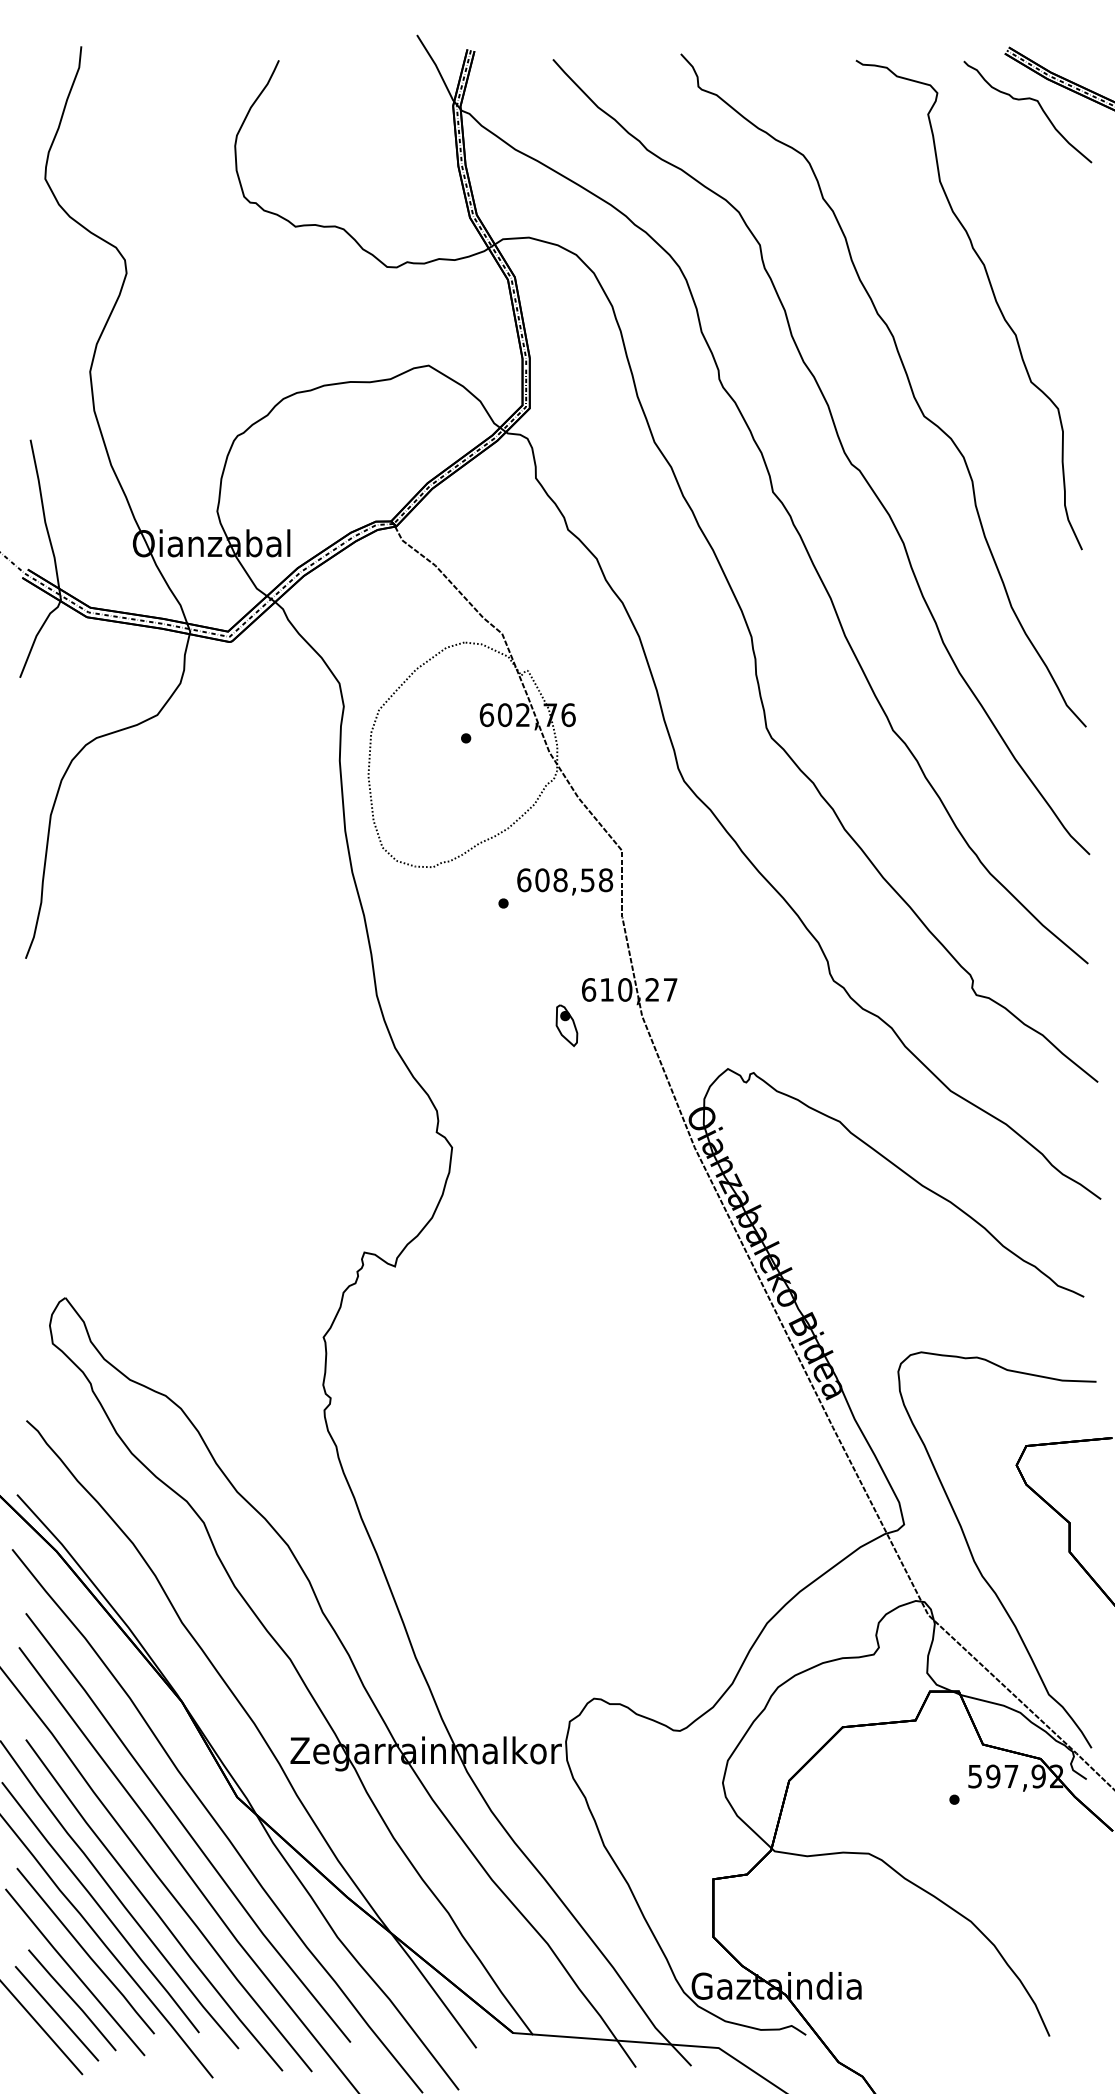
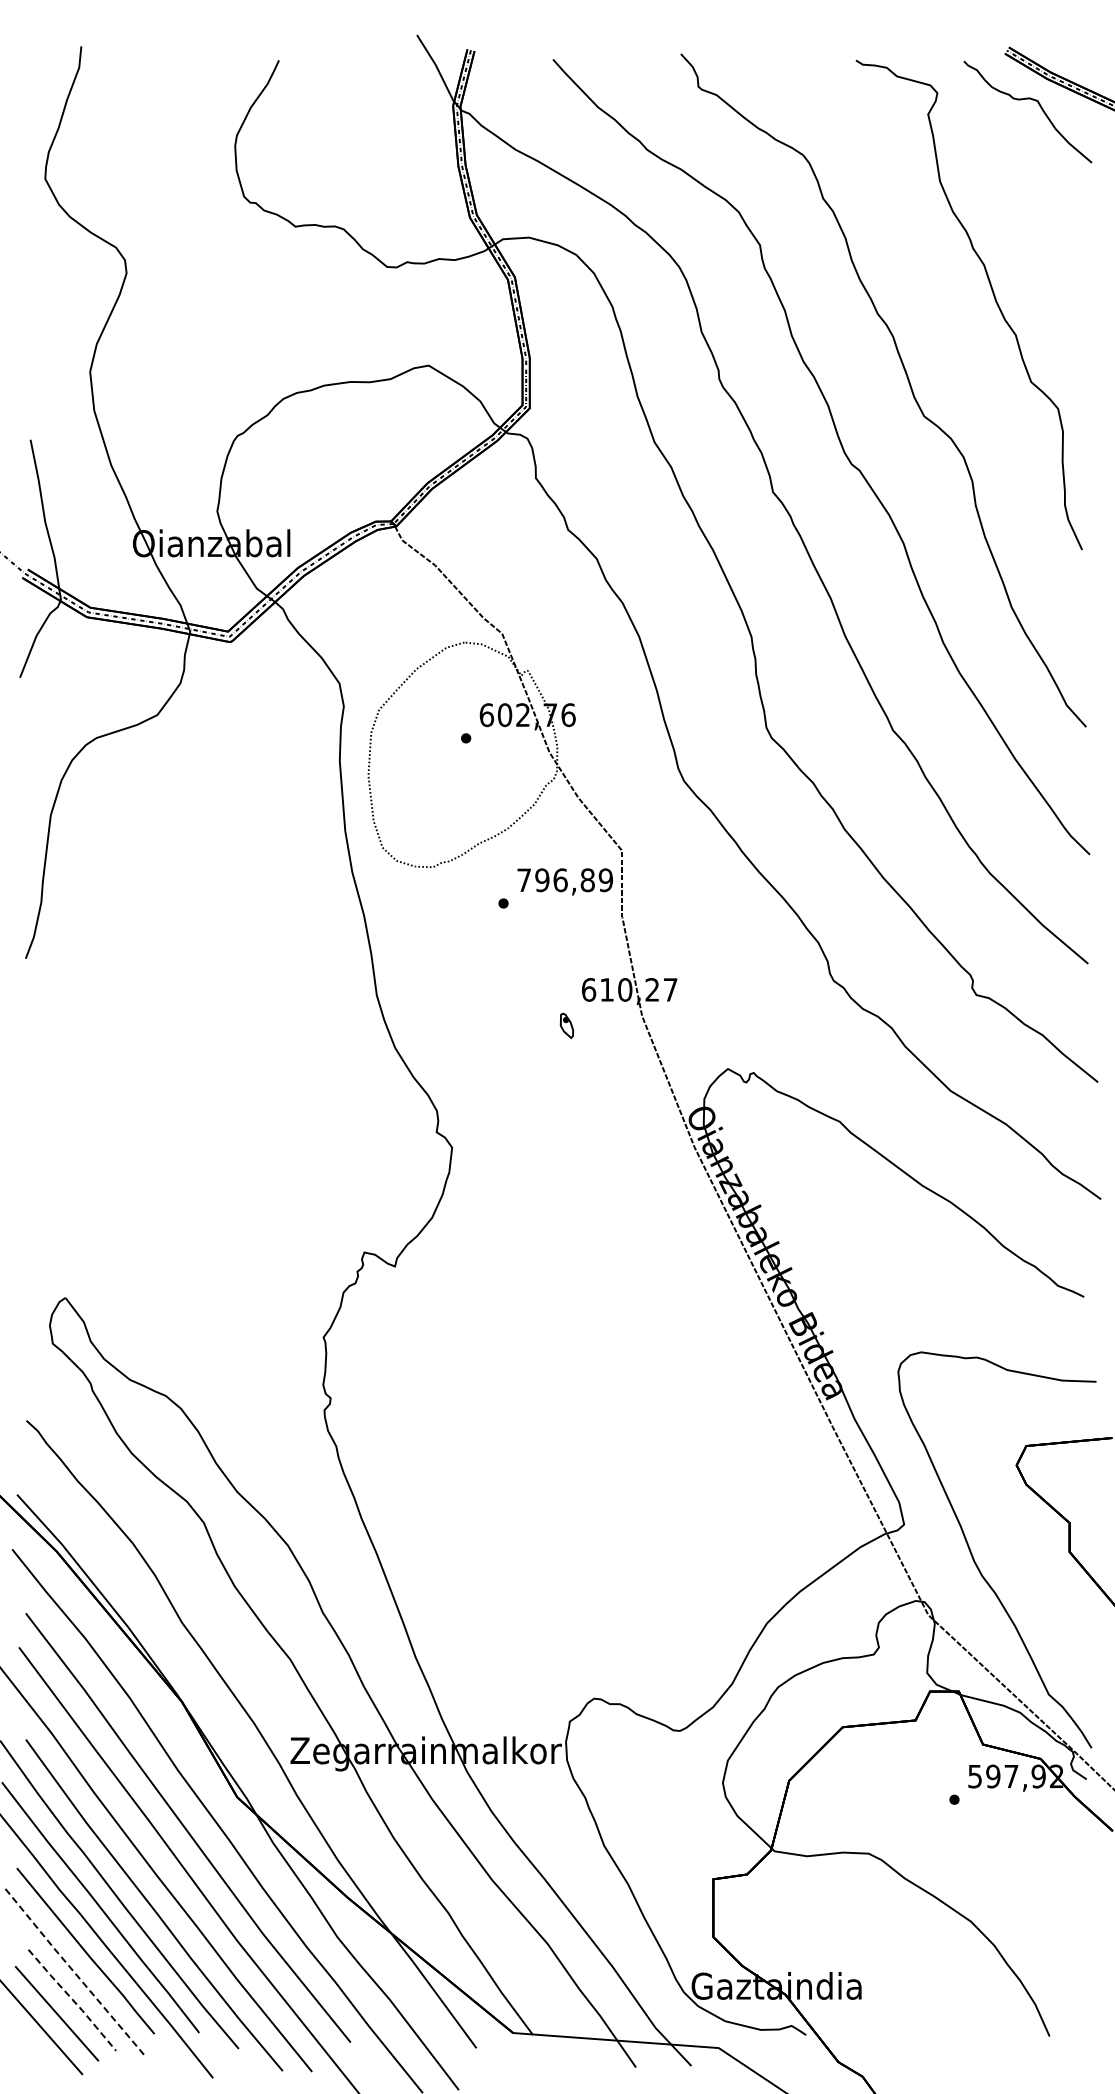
text at (565, 880): 608,58 -> 796,89
part at (566, 1025) size: 24x44 px -> 16x28 px
line at (74, 1972): solid -> dashed
line at (72, 1999): solid -> dashed
